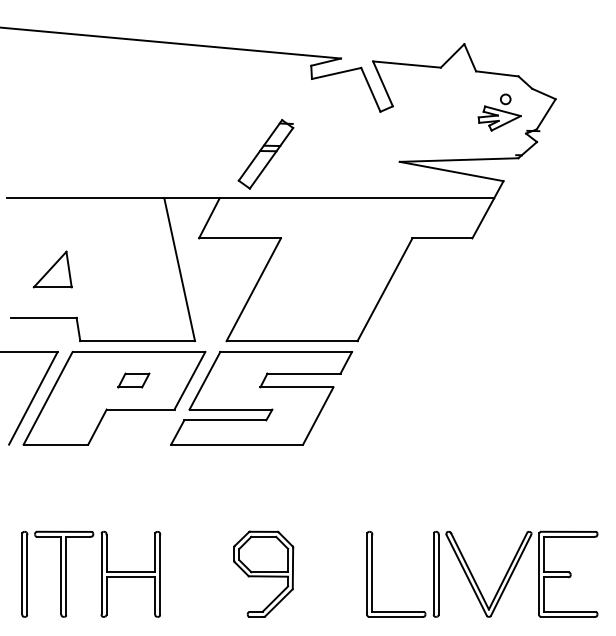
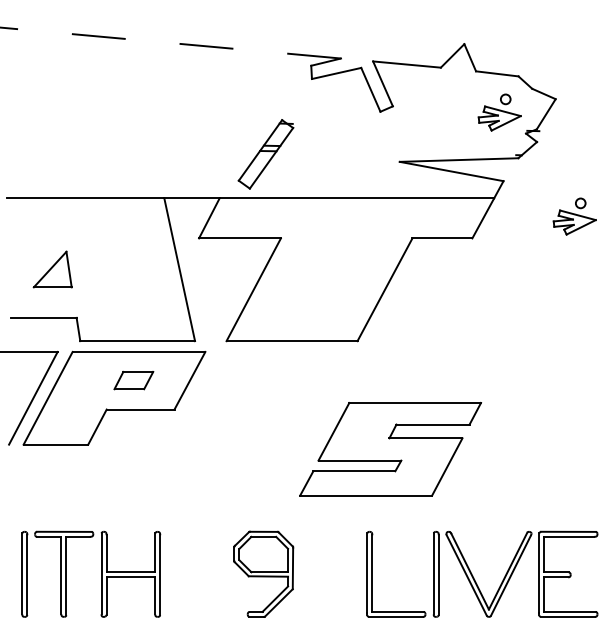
line at (171, 43): solid -> dashed
part at (574, 216): none -> present
part at (133, 380) size: 34x17 px -> 42x20 px
part at (261, 398) position: (261, 398) -> (390, 449)
